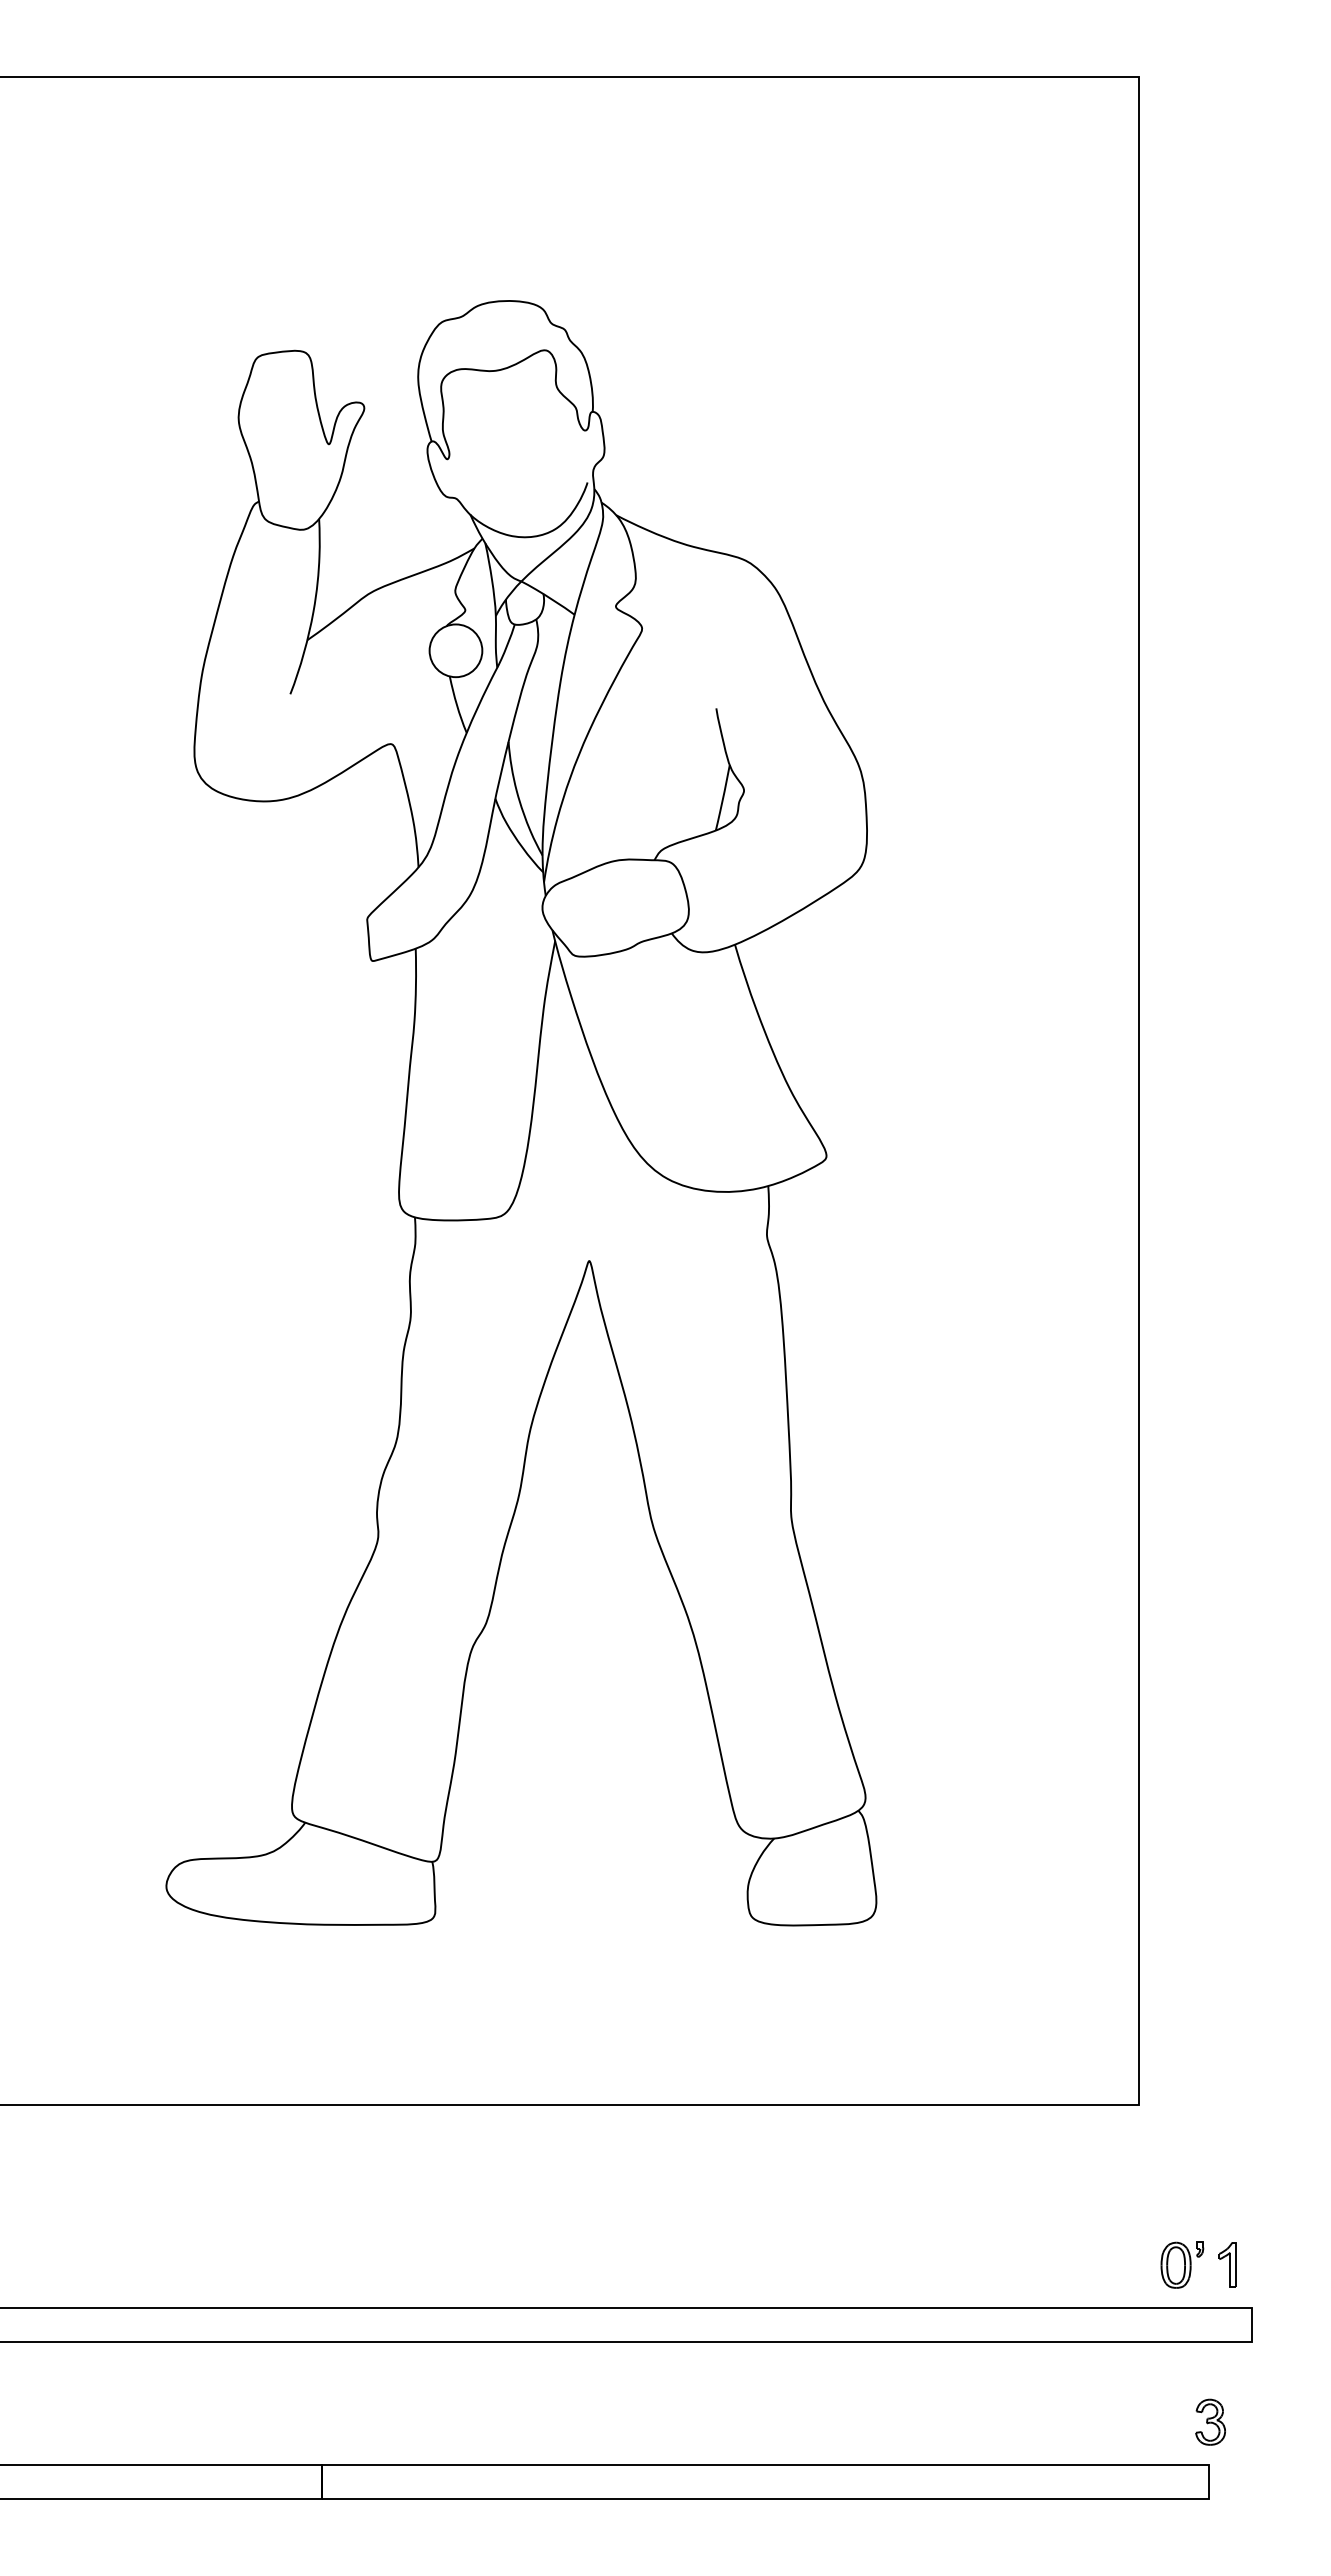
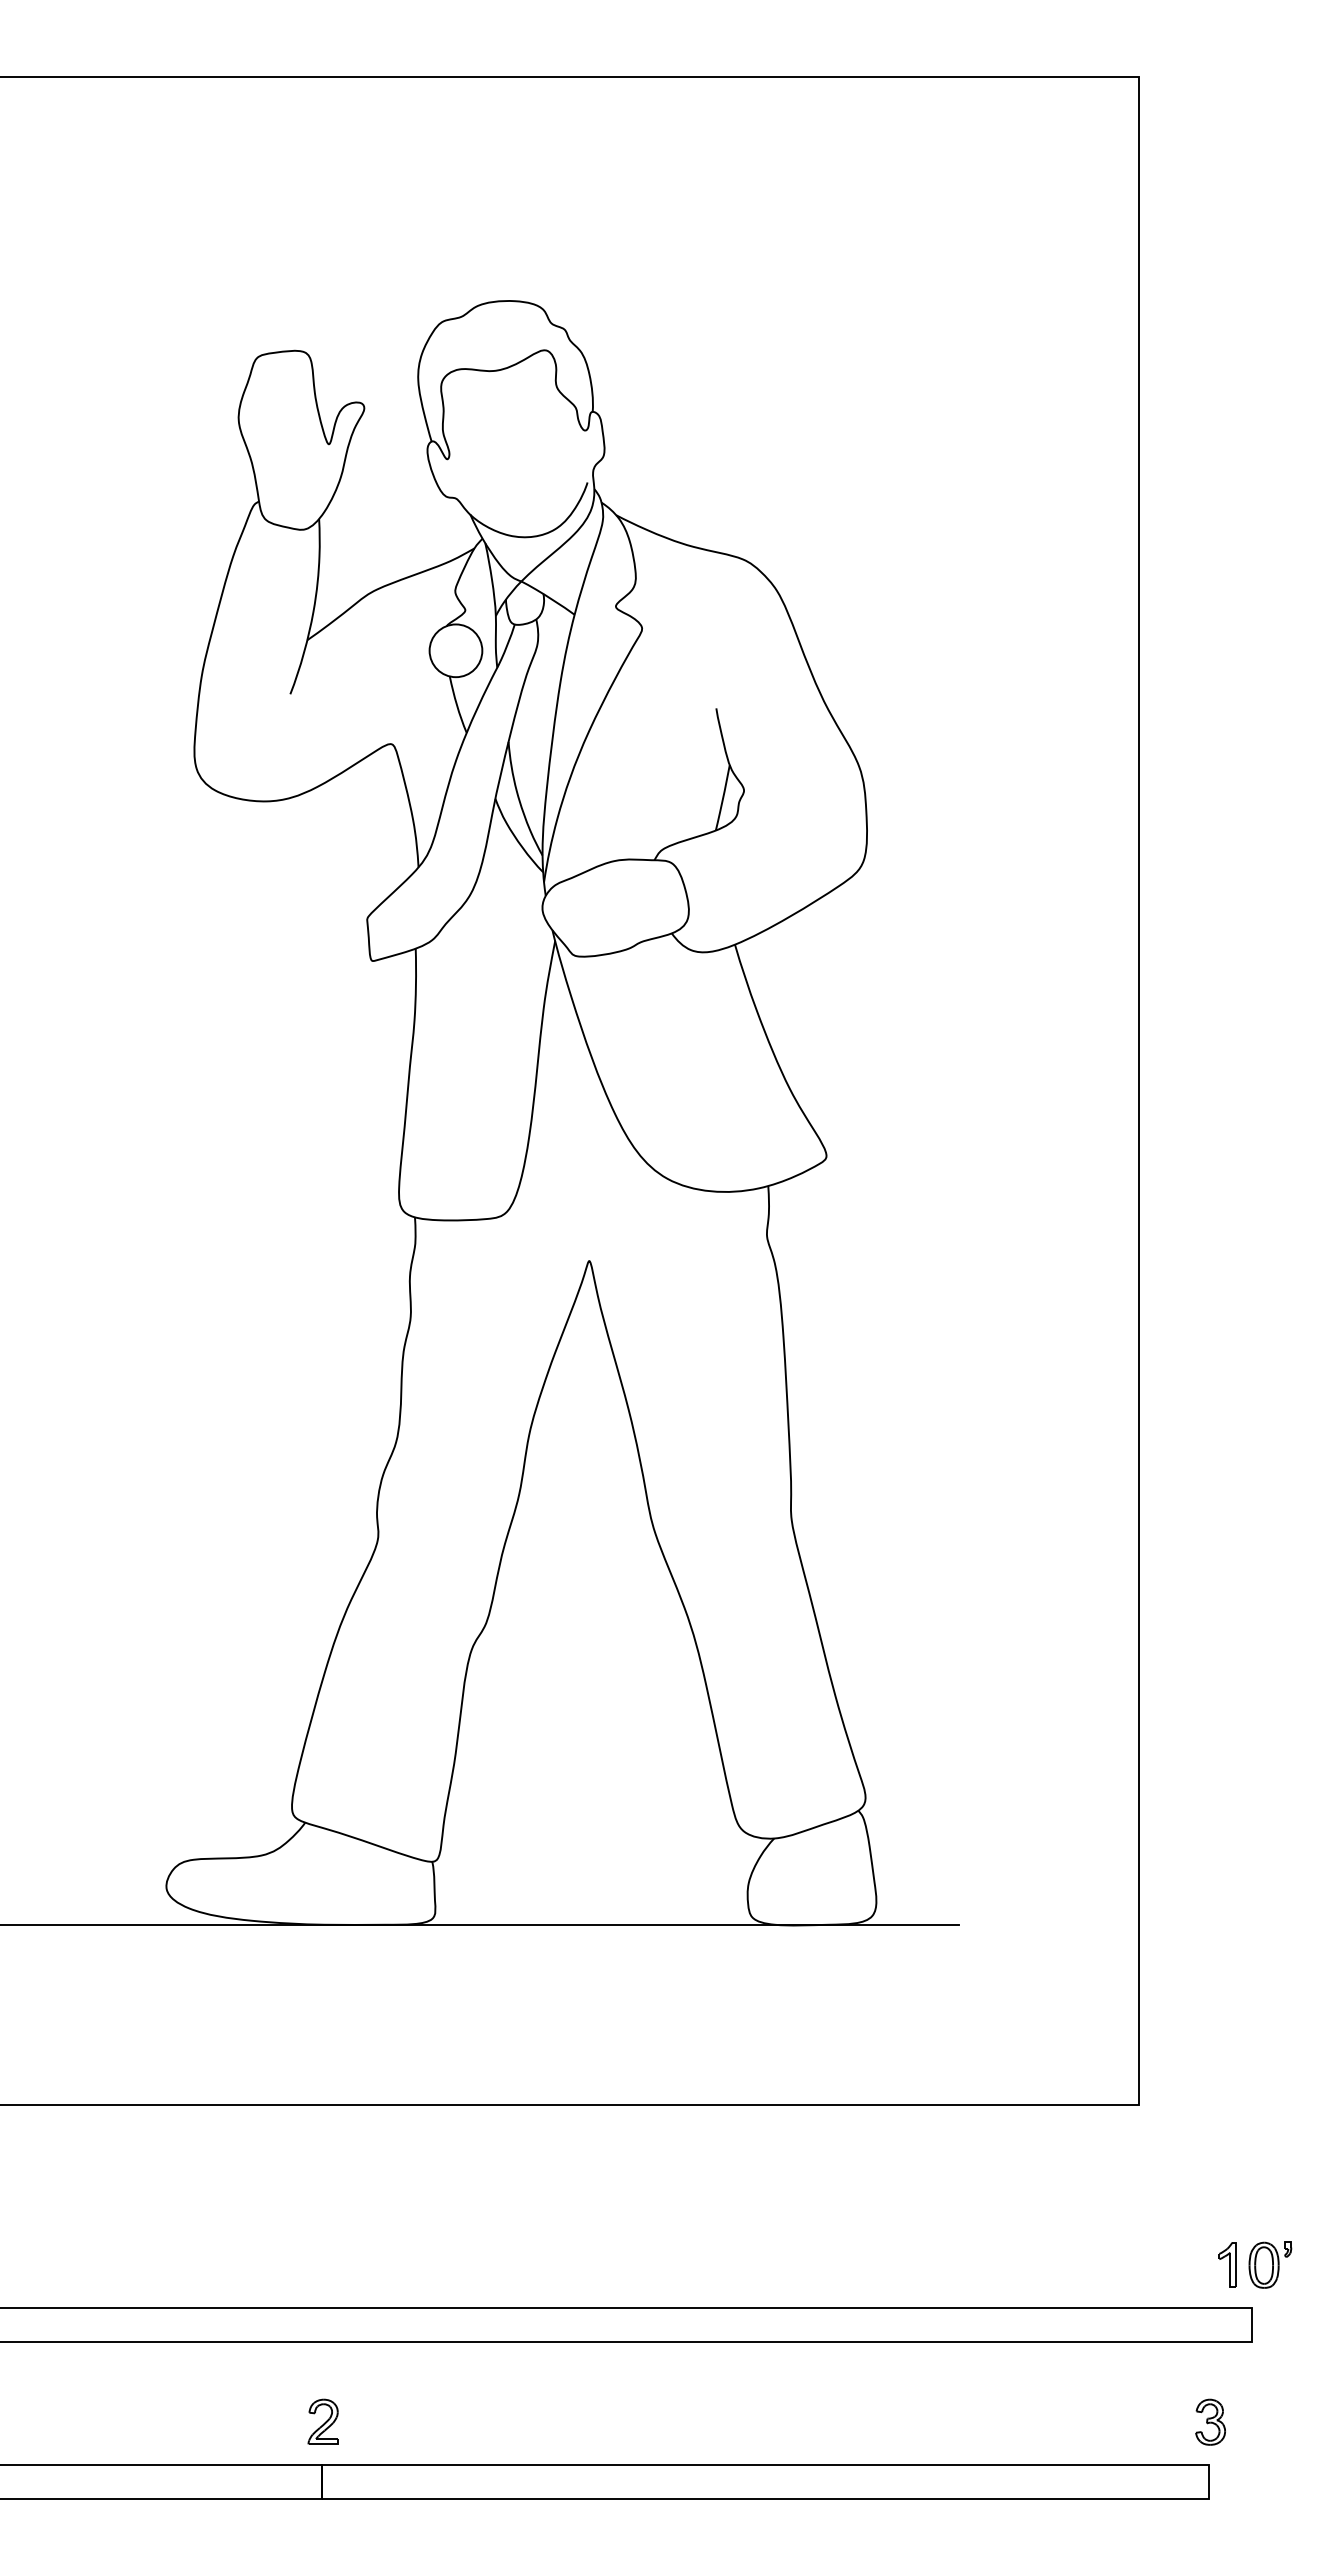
line at (480, 1924): none -> present
part at (1182, 2264) position: (1182, 2264) -> (1270, 2264)
part at (322, 2421): none -> present
